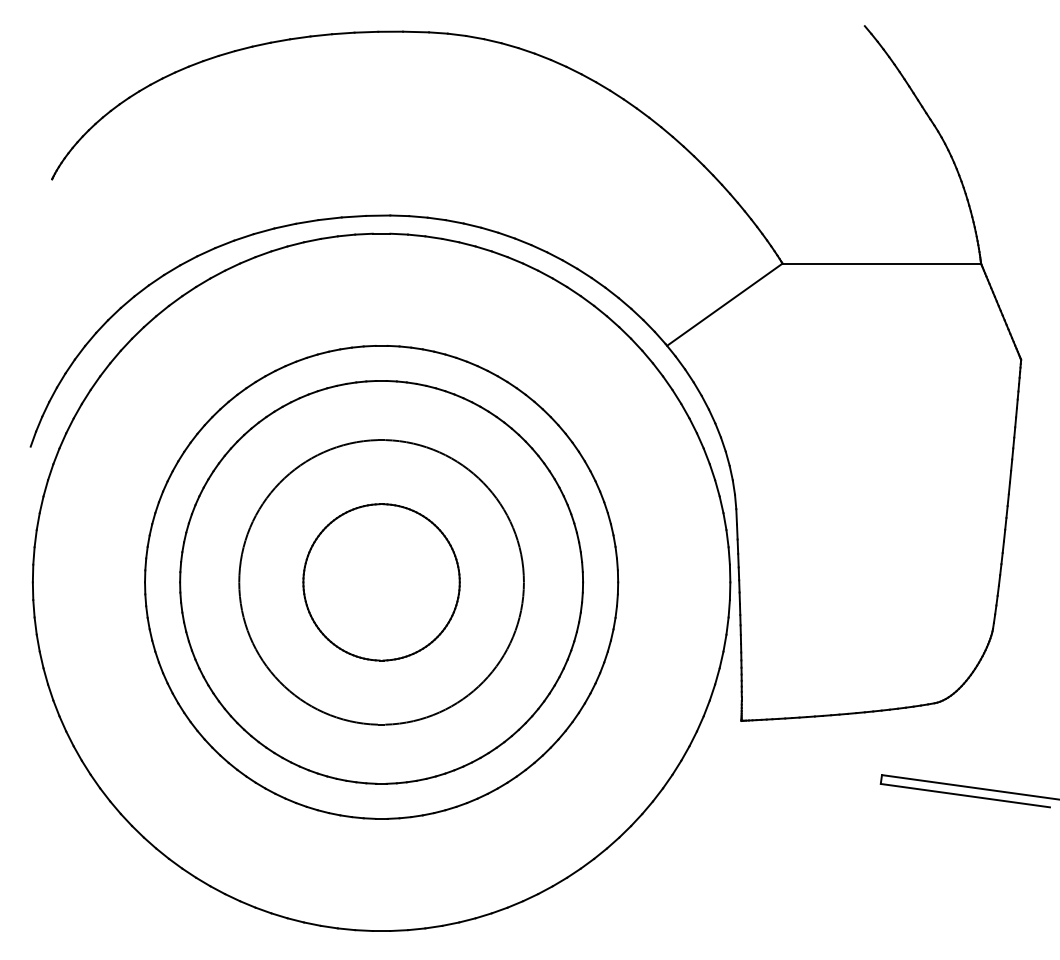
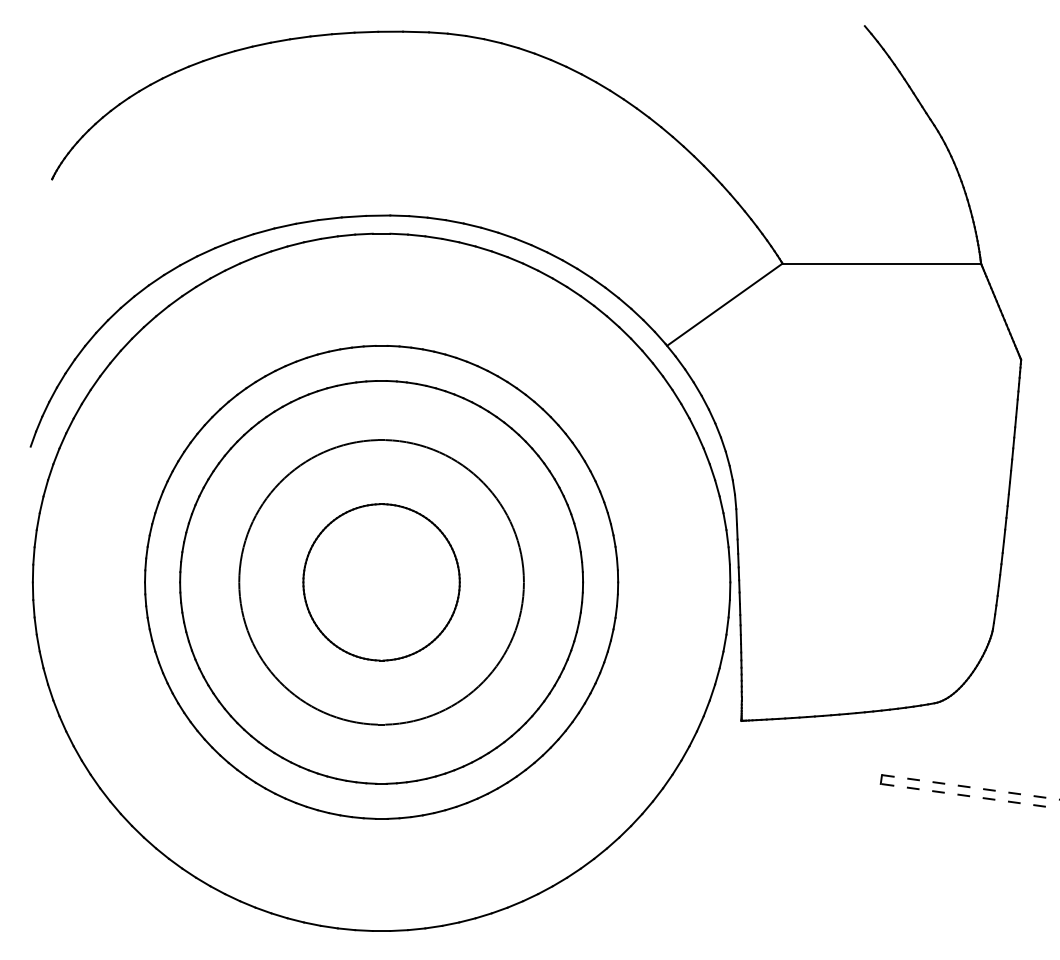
line at (971, 787): solid -> dashed
line at (965, 795): solid -> dashed
